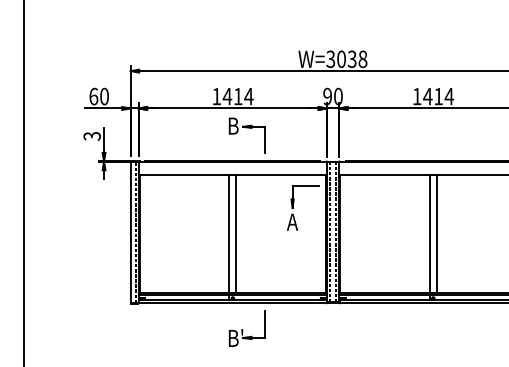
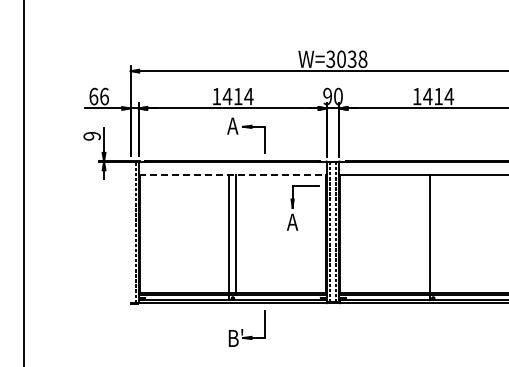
text at (104, 96): 60 -> 66
text at (232, 125): B -> A
text at (91, 136): 3 -> 9
line at (233, 175): solid -> dashed
line at (130, 232): present -> none
line at (436, 235): present -> none
